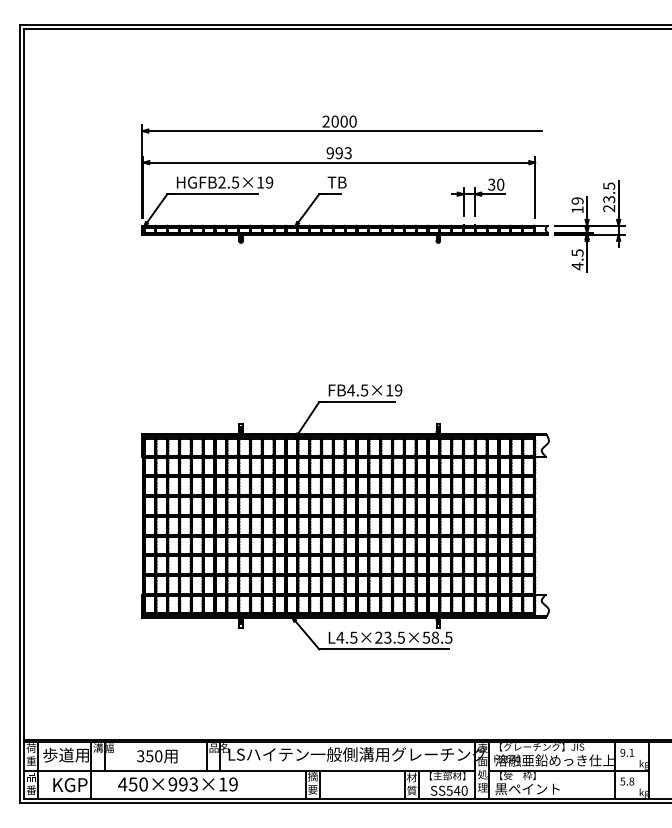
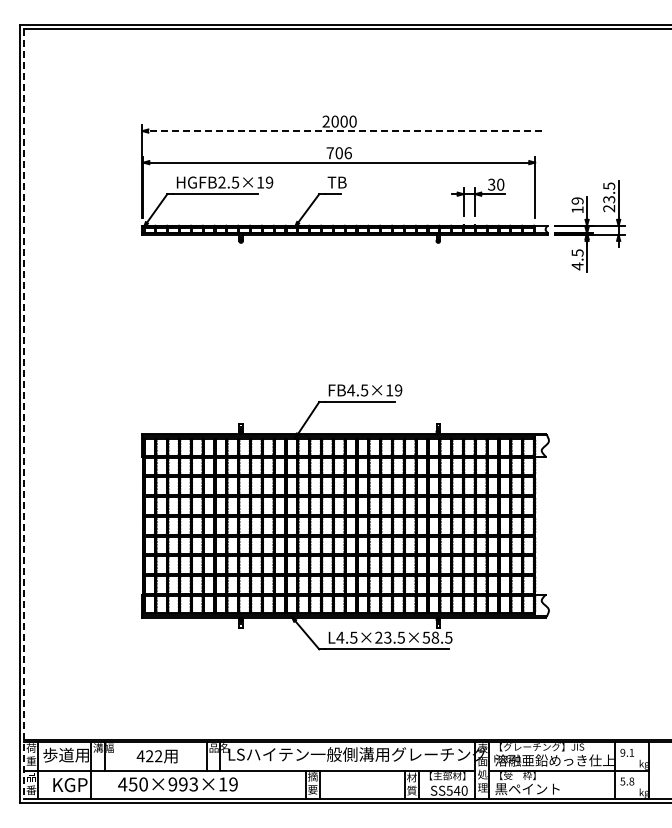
line at (345, 131): solid -> dashed
text at (338, 153): 993 -> 706
line at (24, 414): solid -> dashed
text at (149, 756): 350 -> 422
